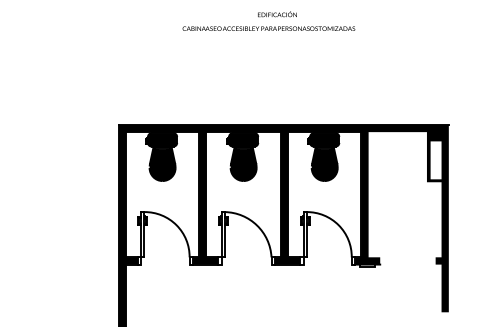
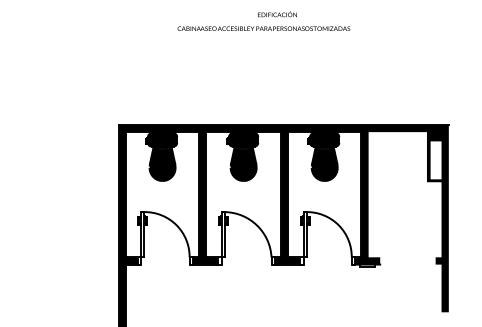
text at (268, 28) position: (268, 28) -> (263, 28)
